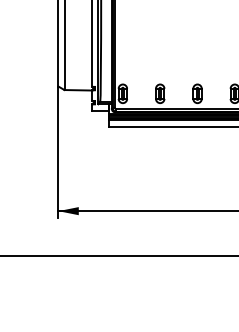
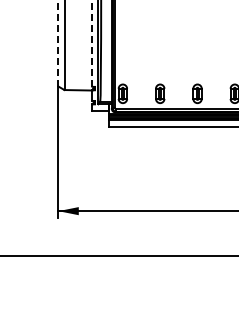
line at (58, 43): solid -> dashed
line at (92, 43): solid -> dashed
